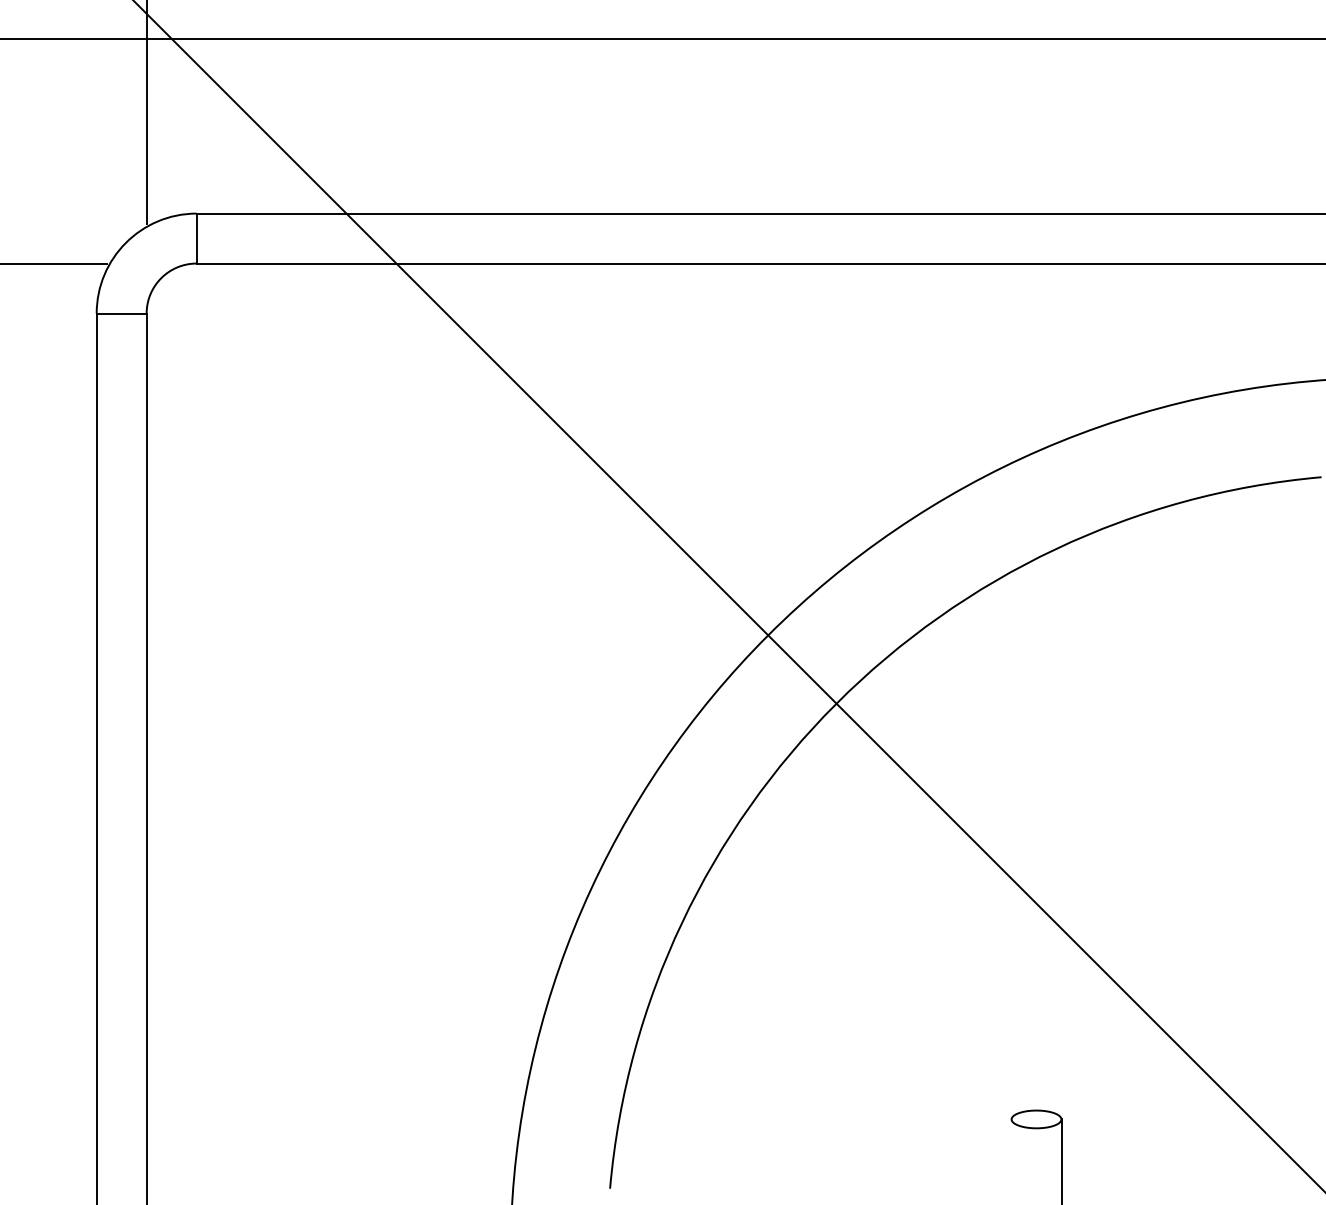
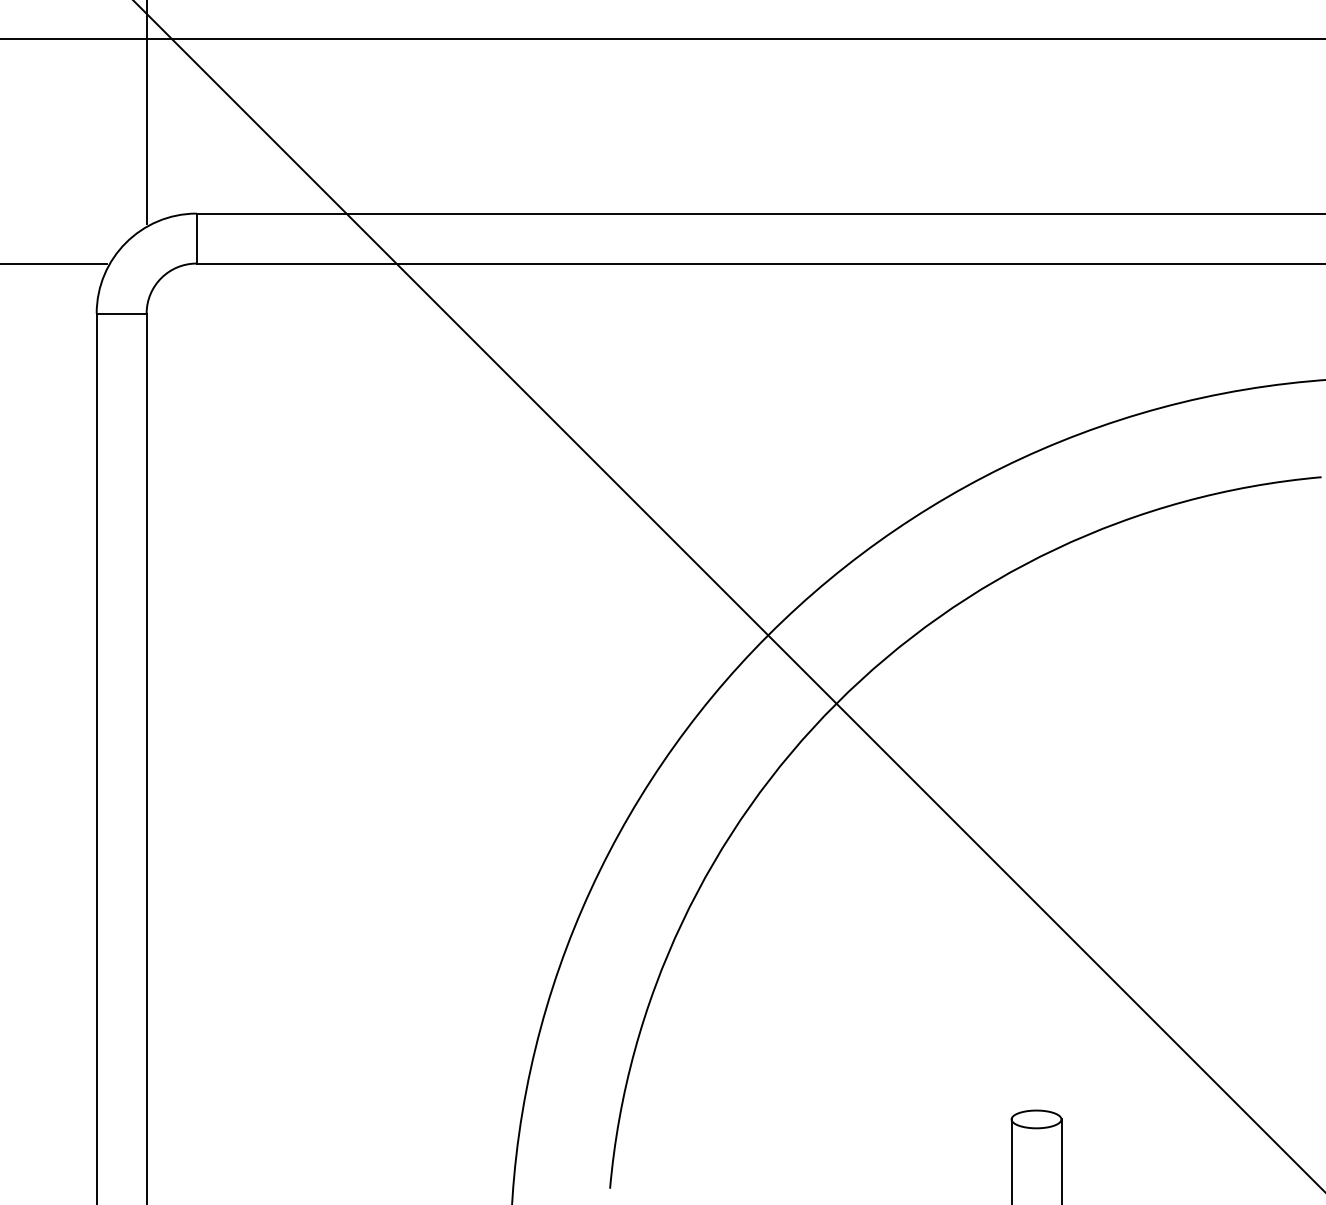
line at (1011, 1160): none -> present
